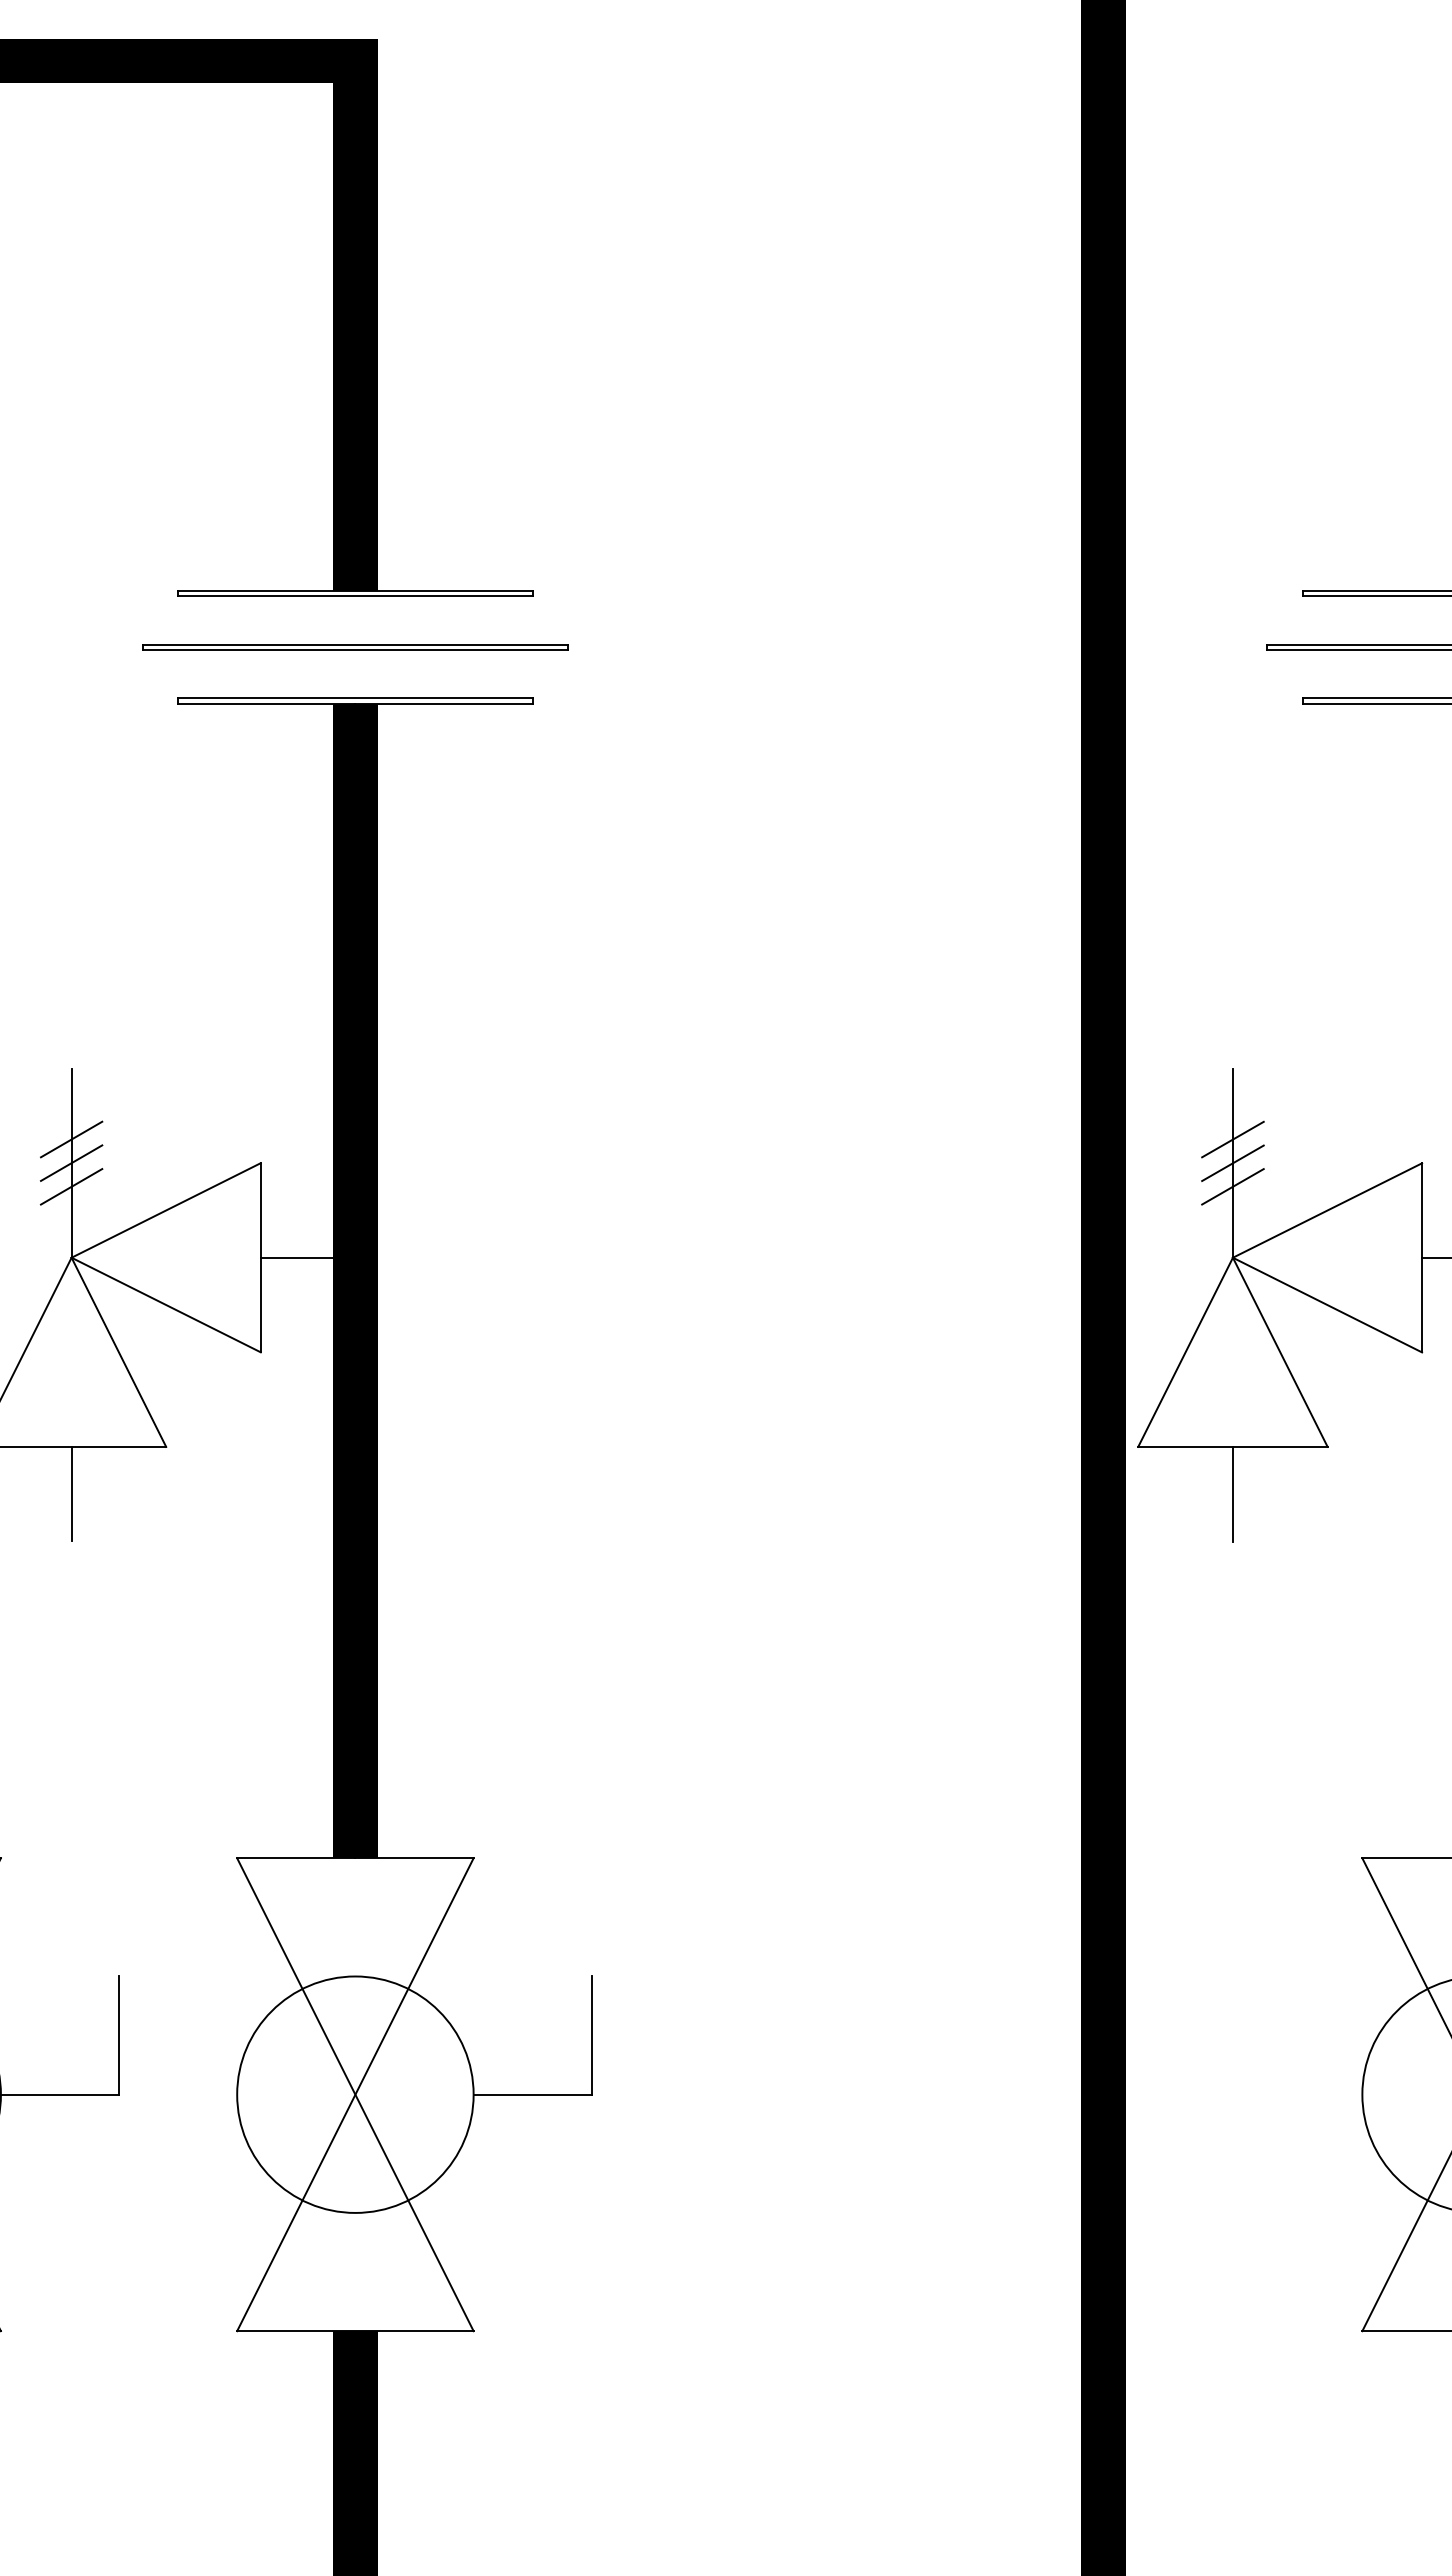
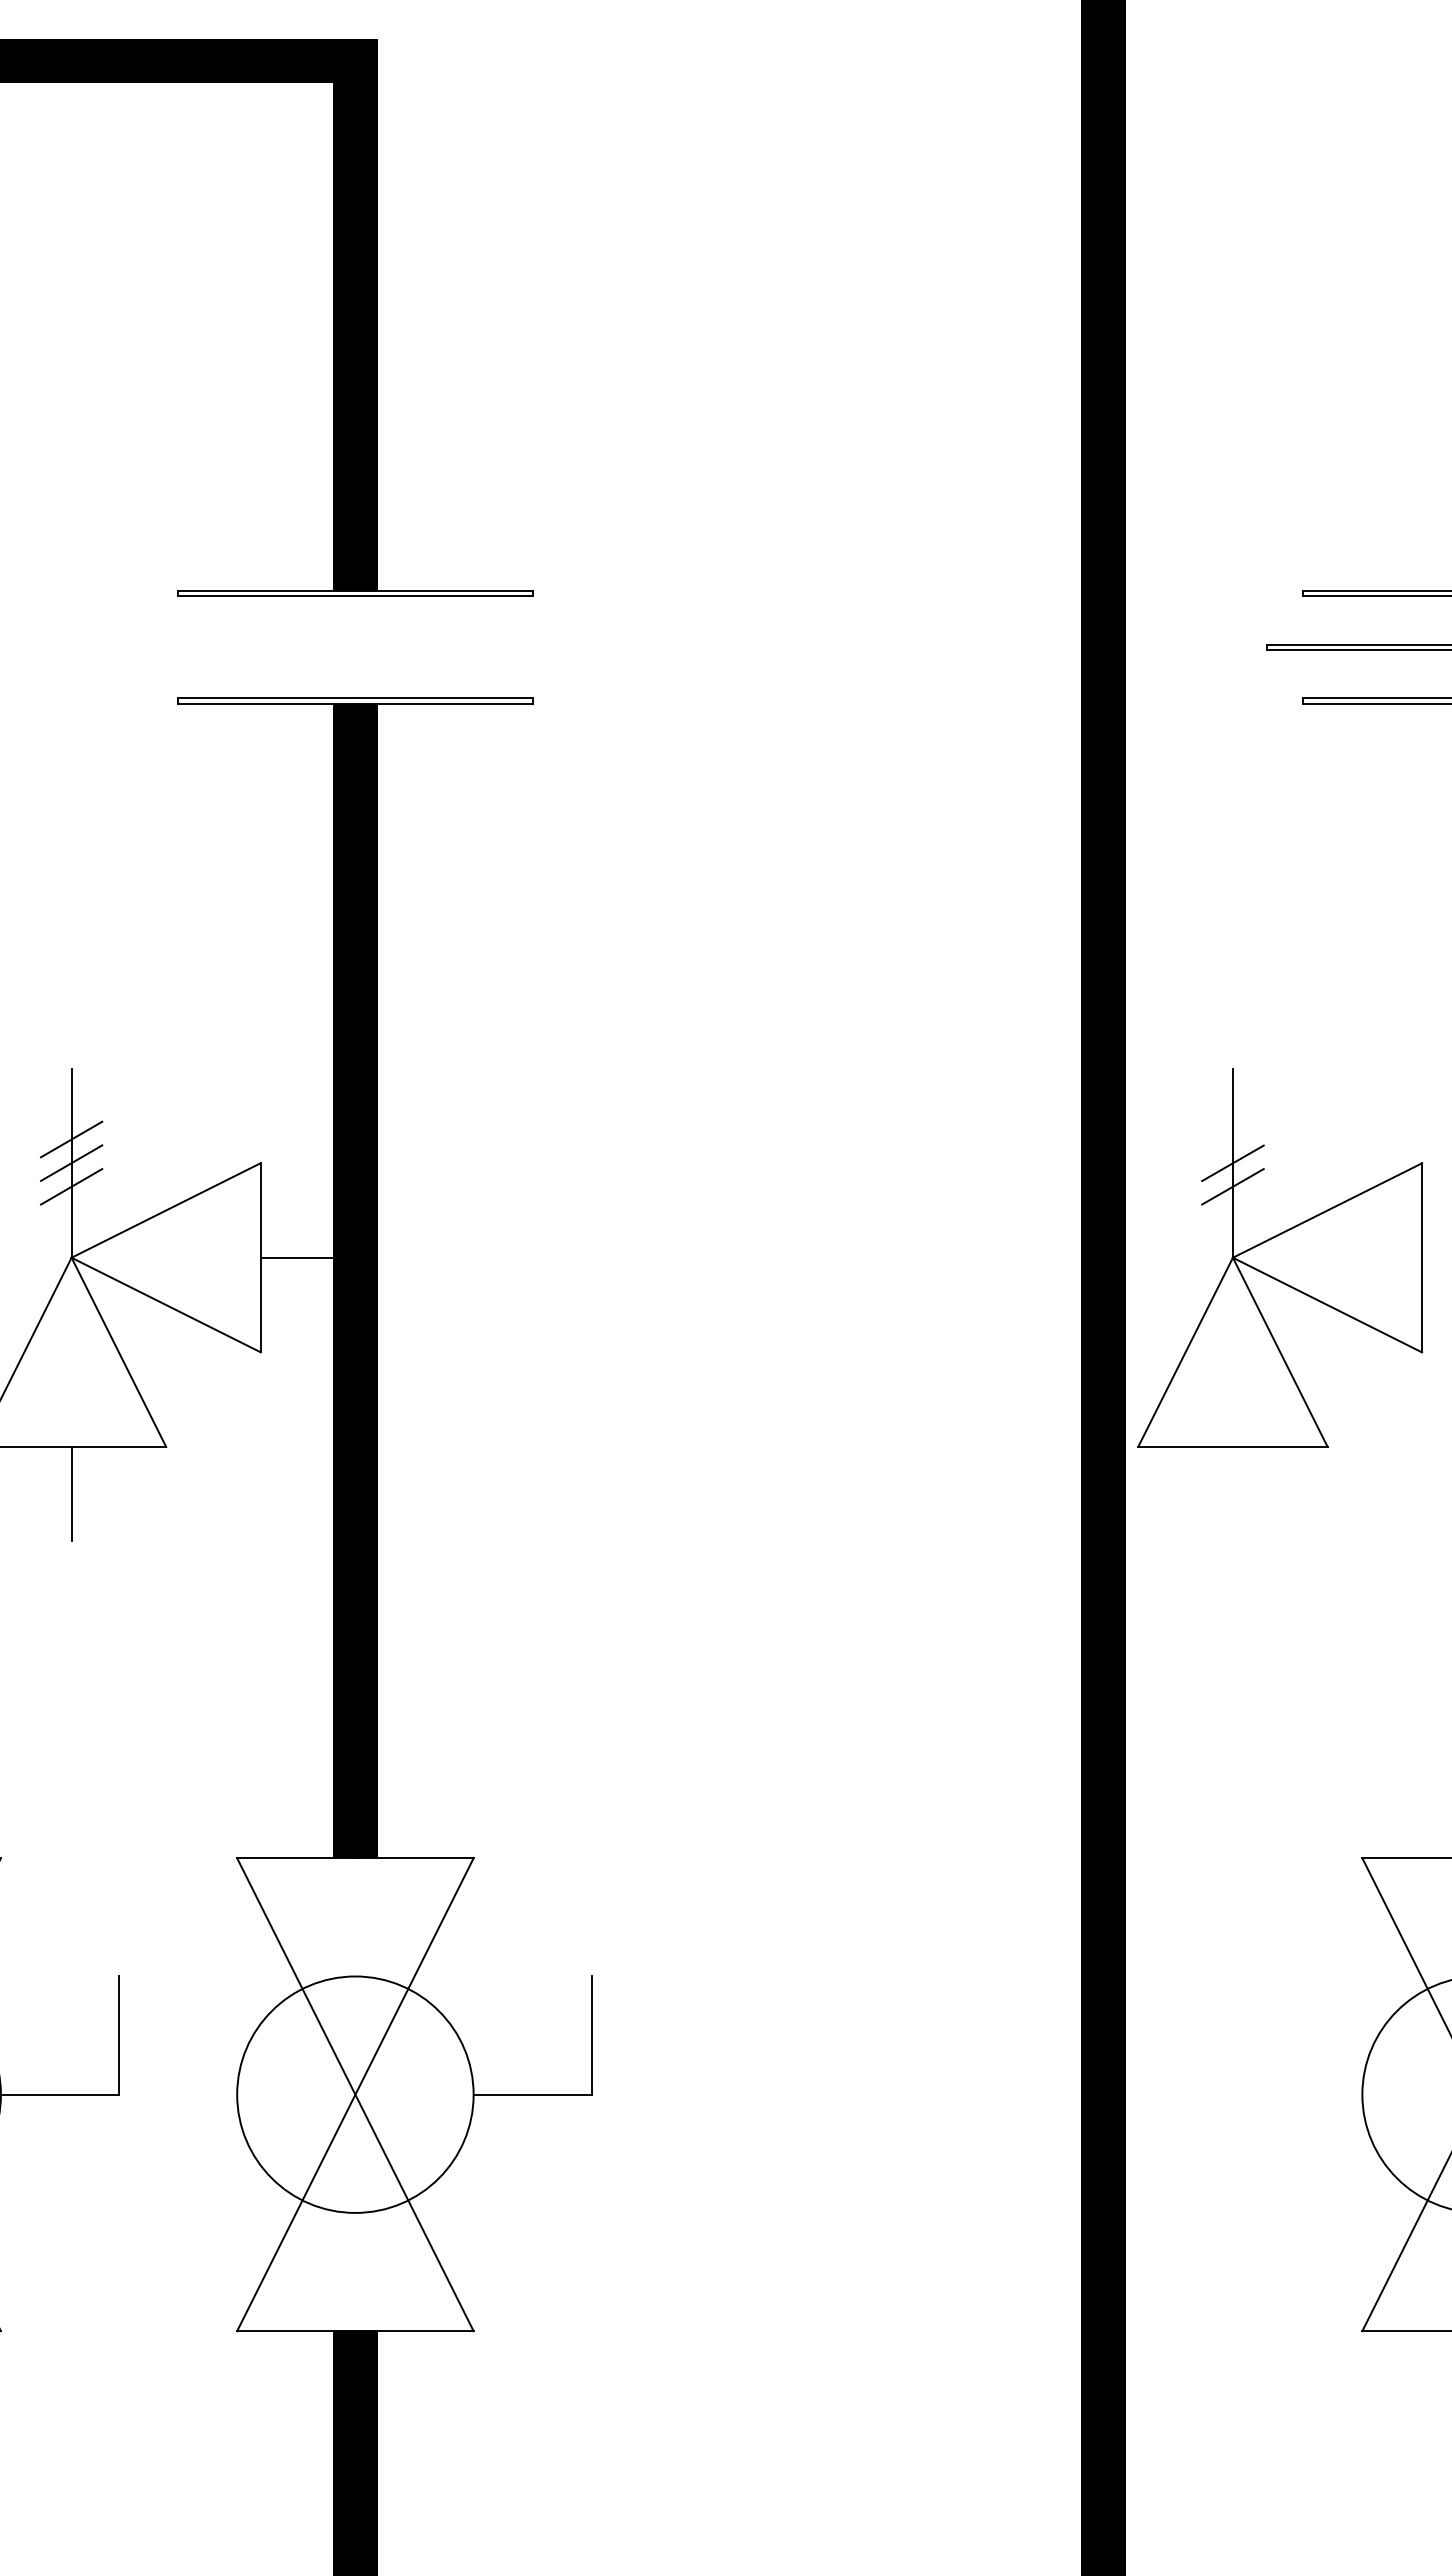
part at (355, 647): present -> none
line at (1232, 1139): present -> none
line at (1435, 1257): present -> none
line at (1232, 1493): present -> none
